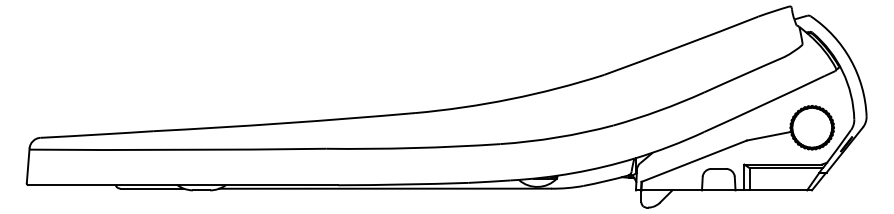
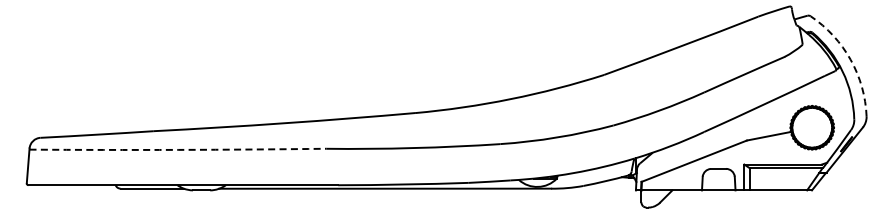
arc at (850, 59): solid -> dashed
arc at (178, 149): solid -> dashed
